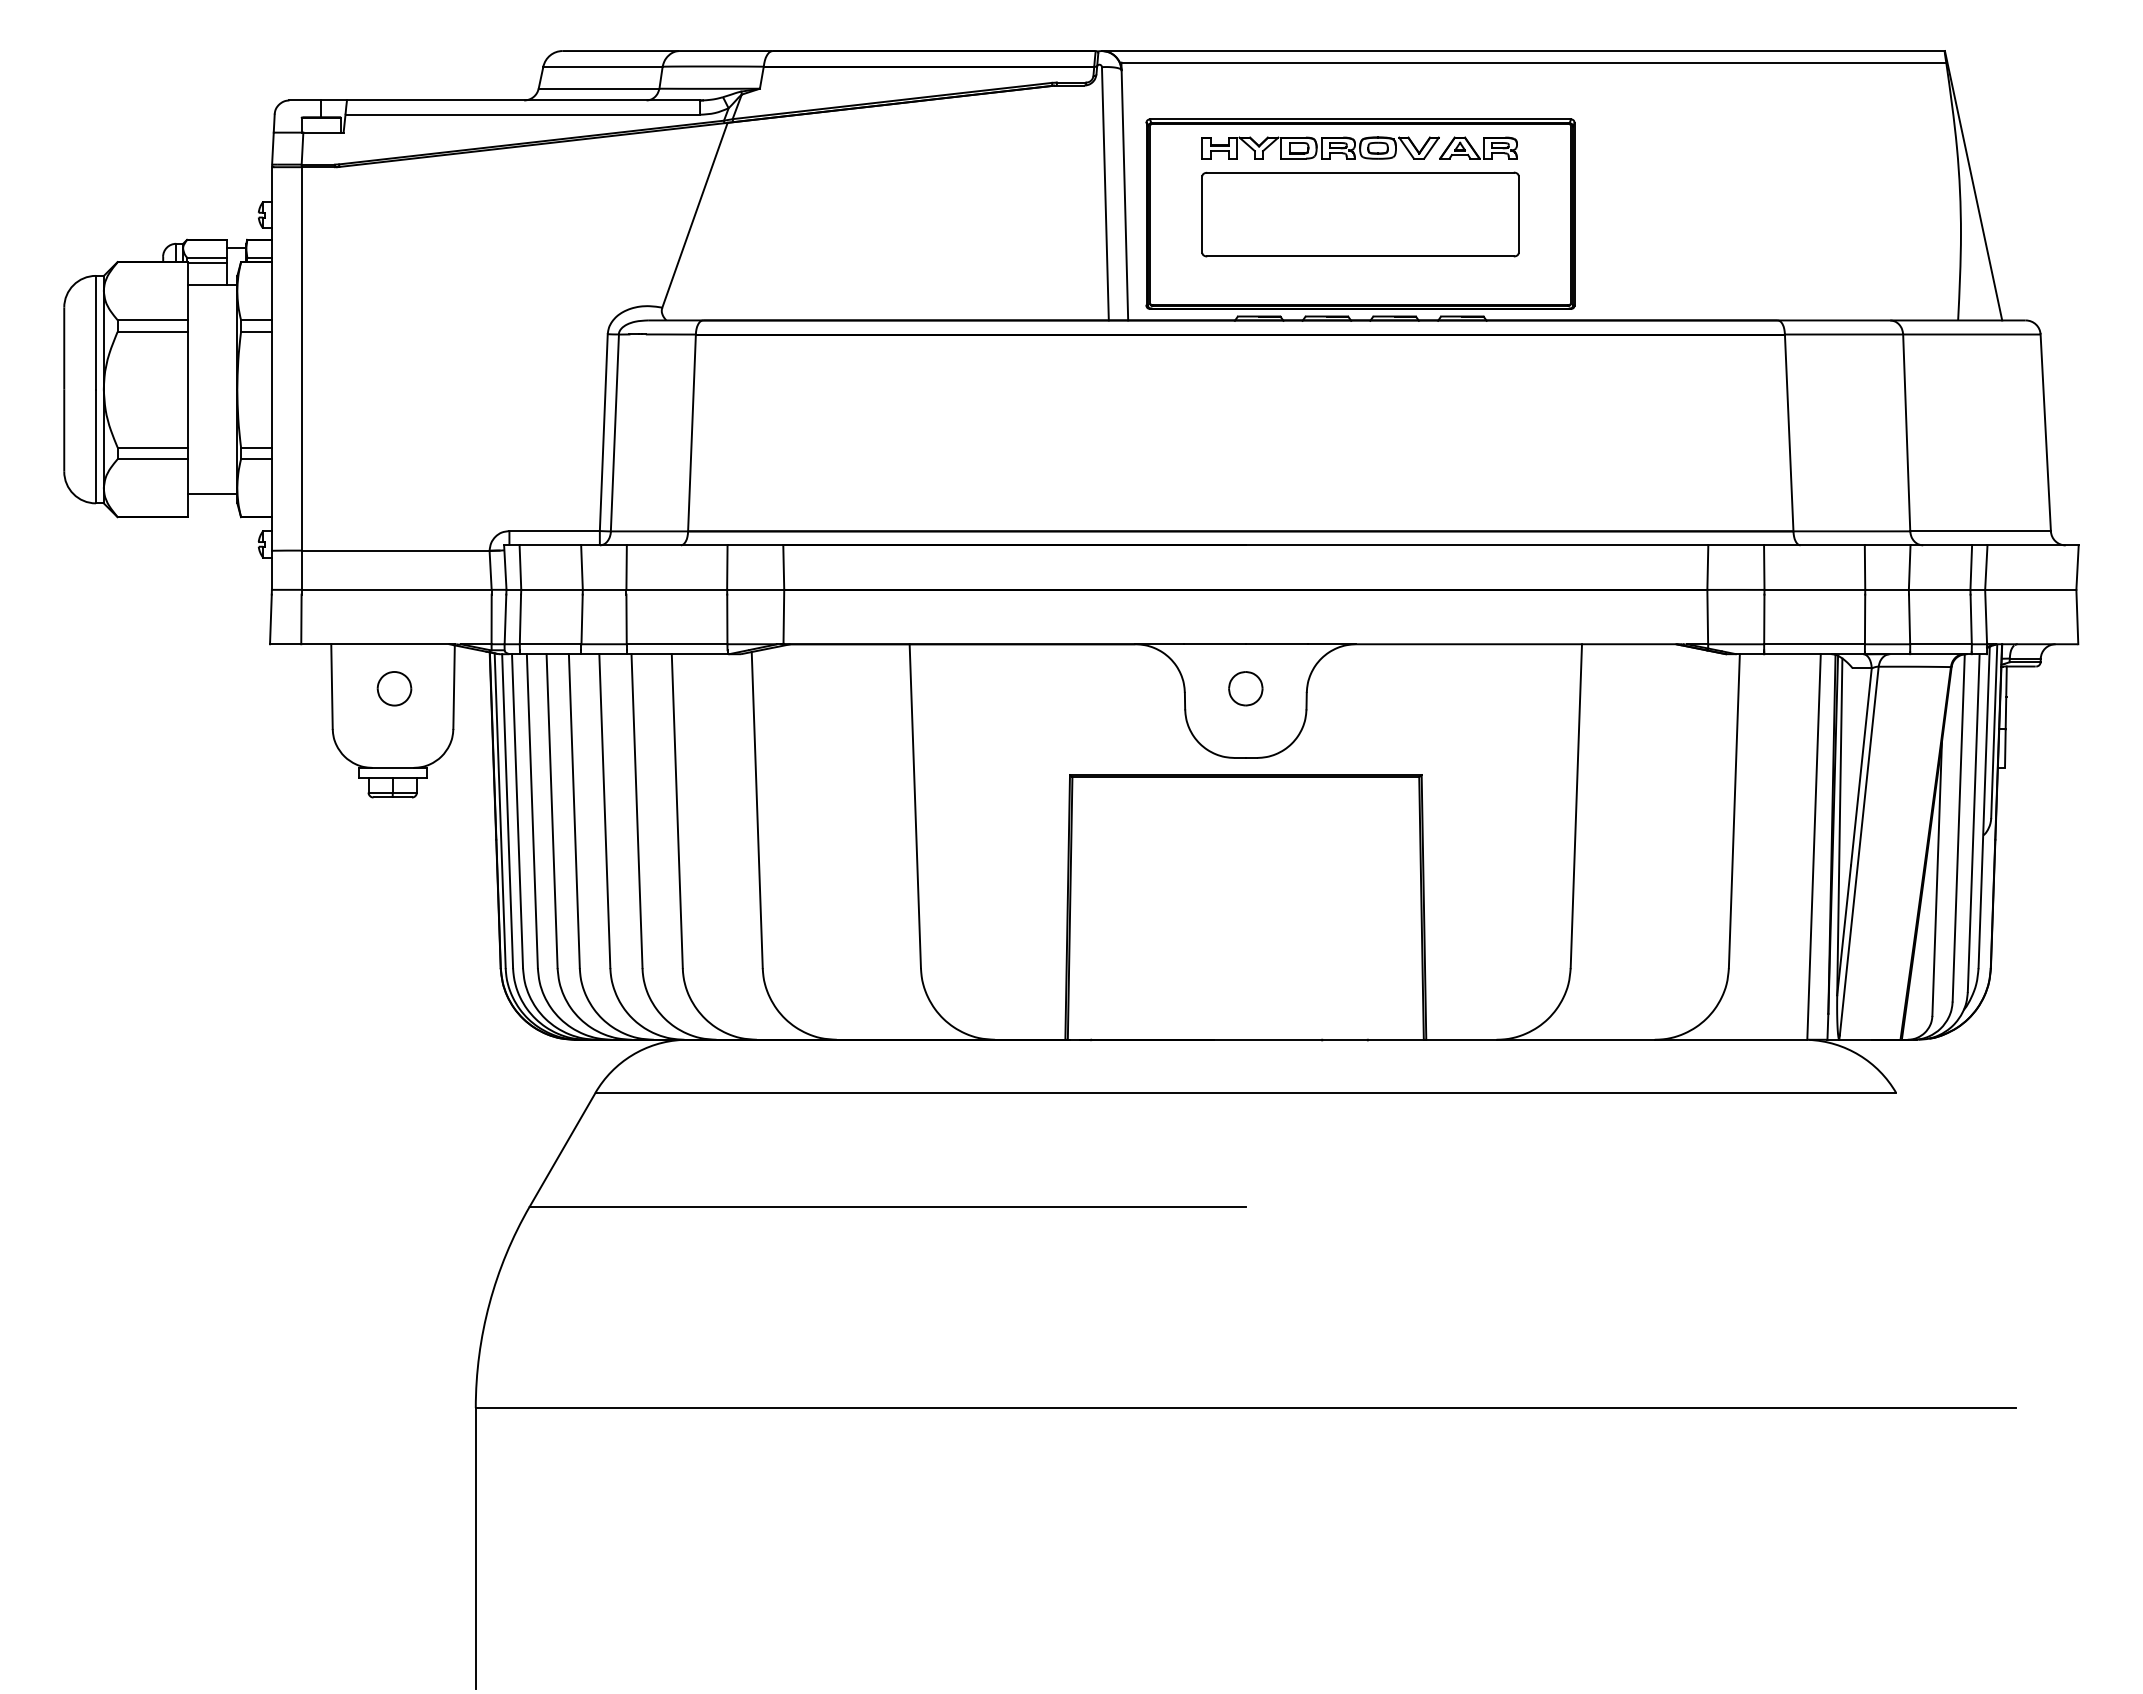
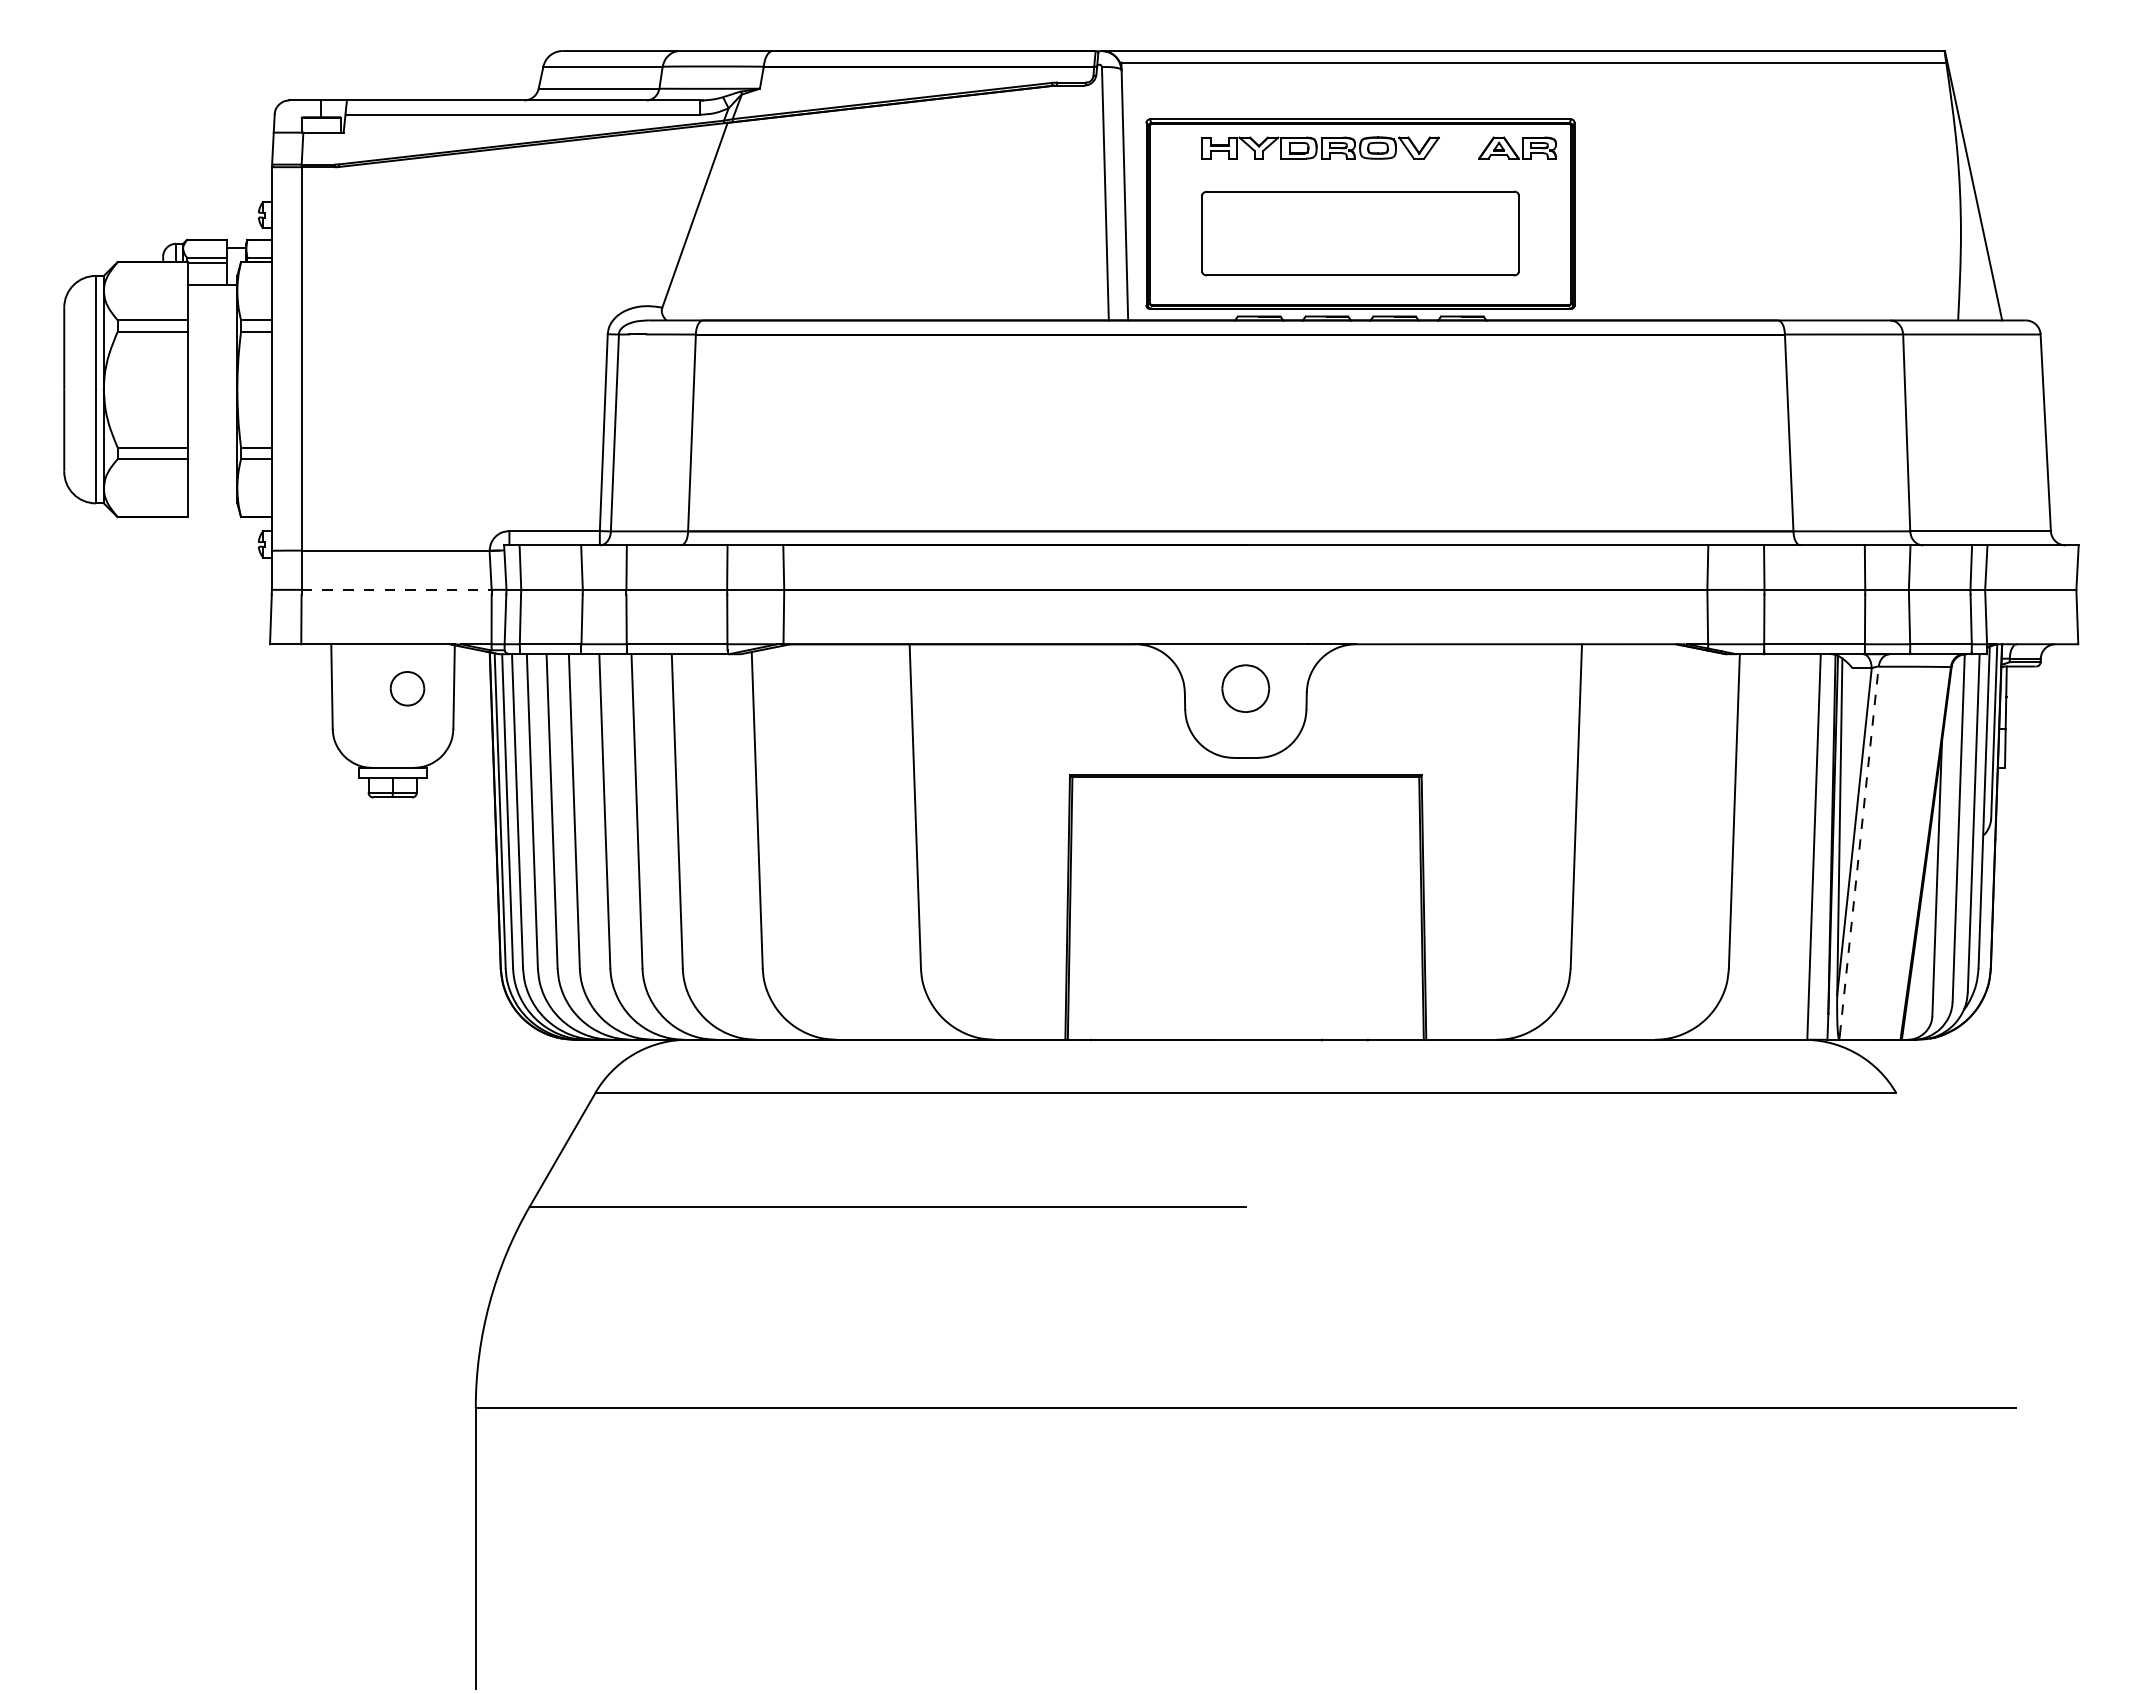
part at (1478, 147) position: (1478, 147) -> (1517, 147)
part at (1360, 214) position: (1360, 214) -> (1360, 233)
line at (212, 494): present -> none
line at (397, 589): solid -> dashed
part at (394, 688) position: (394, 688) -> (407, 688)
part at (1245, 688) size: 36x36 px -> 50x49 px
line at (1859, 850): solid -> dashed
